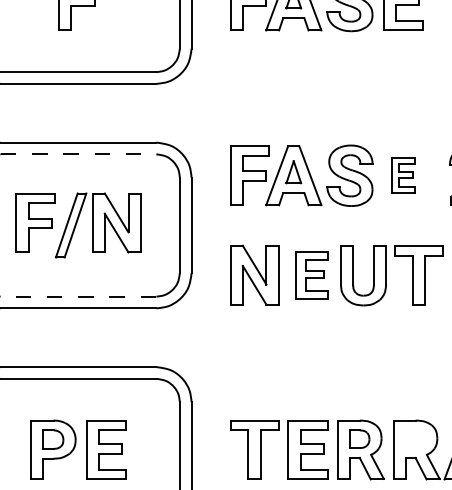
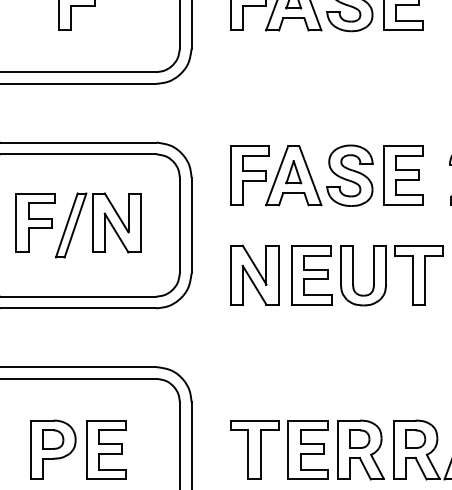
line at (78, 154): dashed -> solid
part at (403, 175) size: 25x37 px -> 41x61 px
part at (311, 275) size: 34x49 px -> 42x61 px
line at (78, 296): dashed -> solid
part at (415, 438): none -> present
